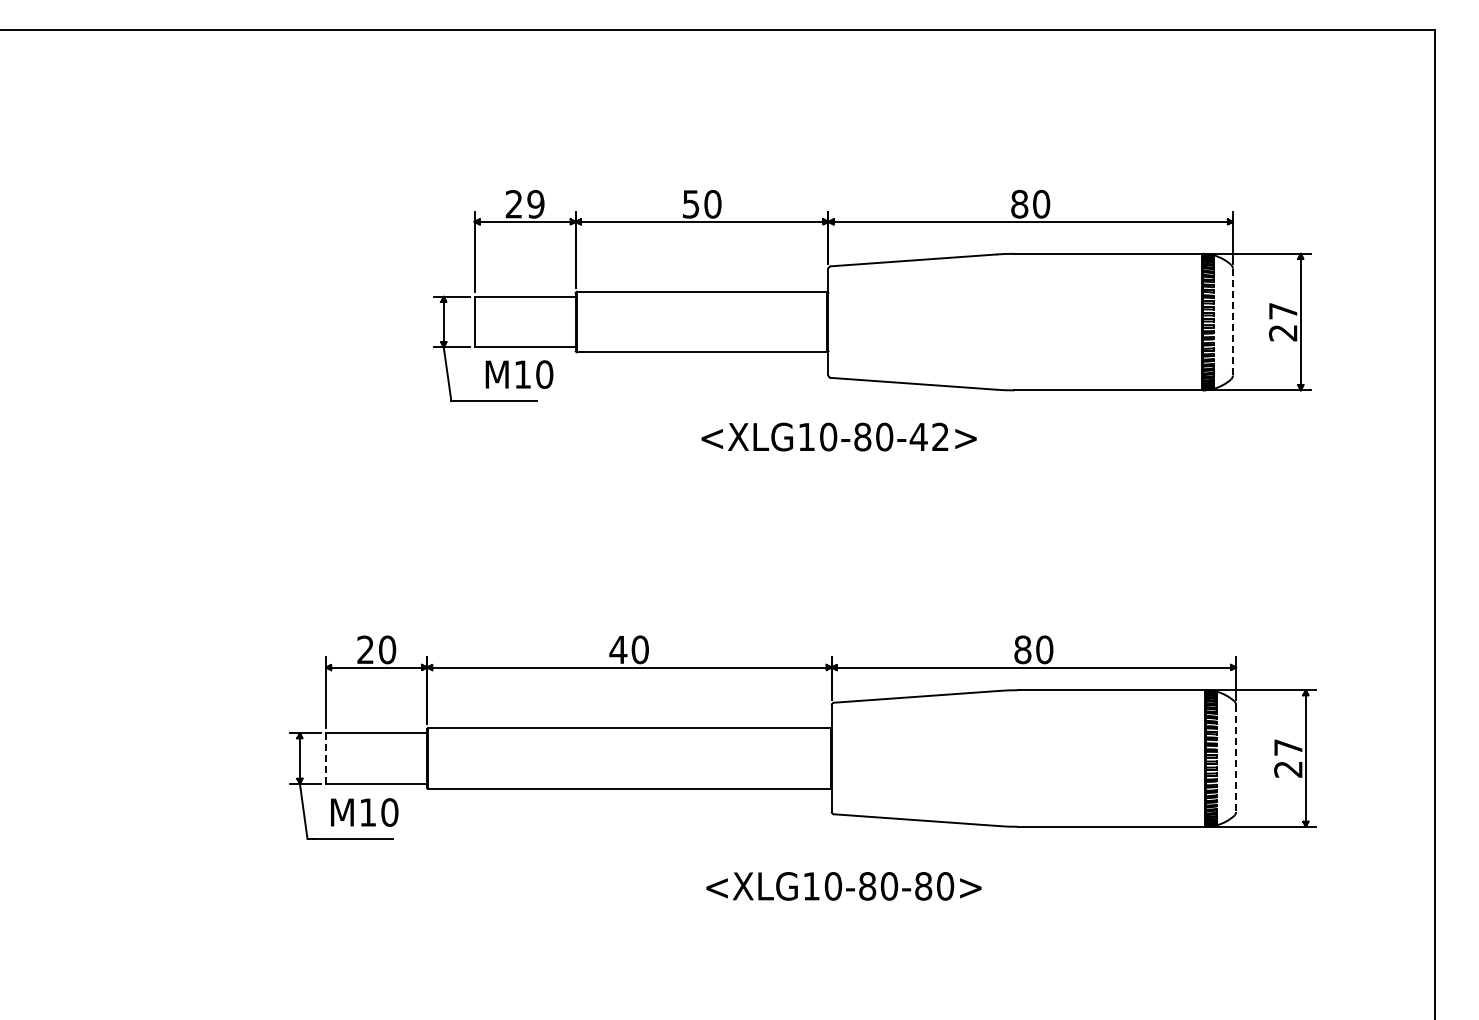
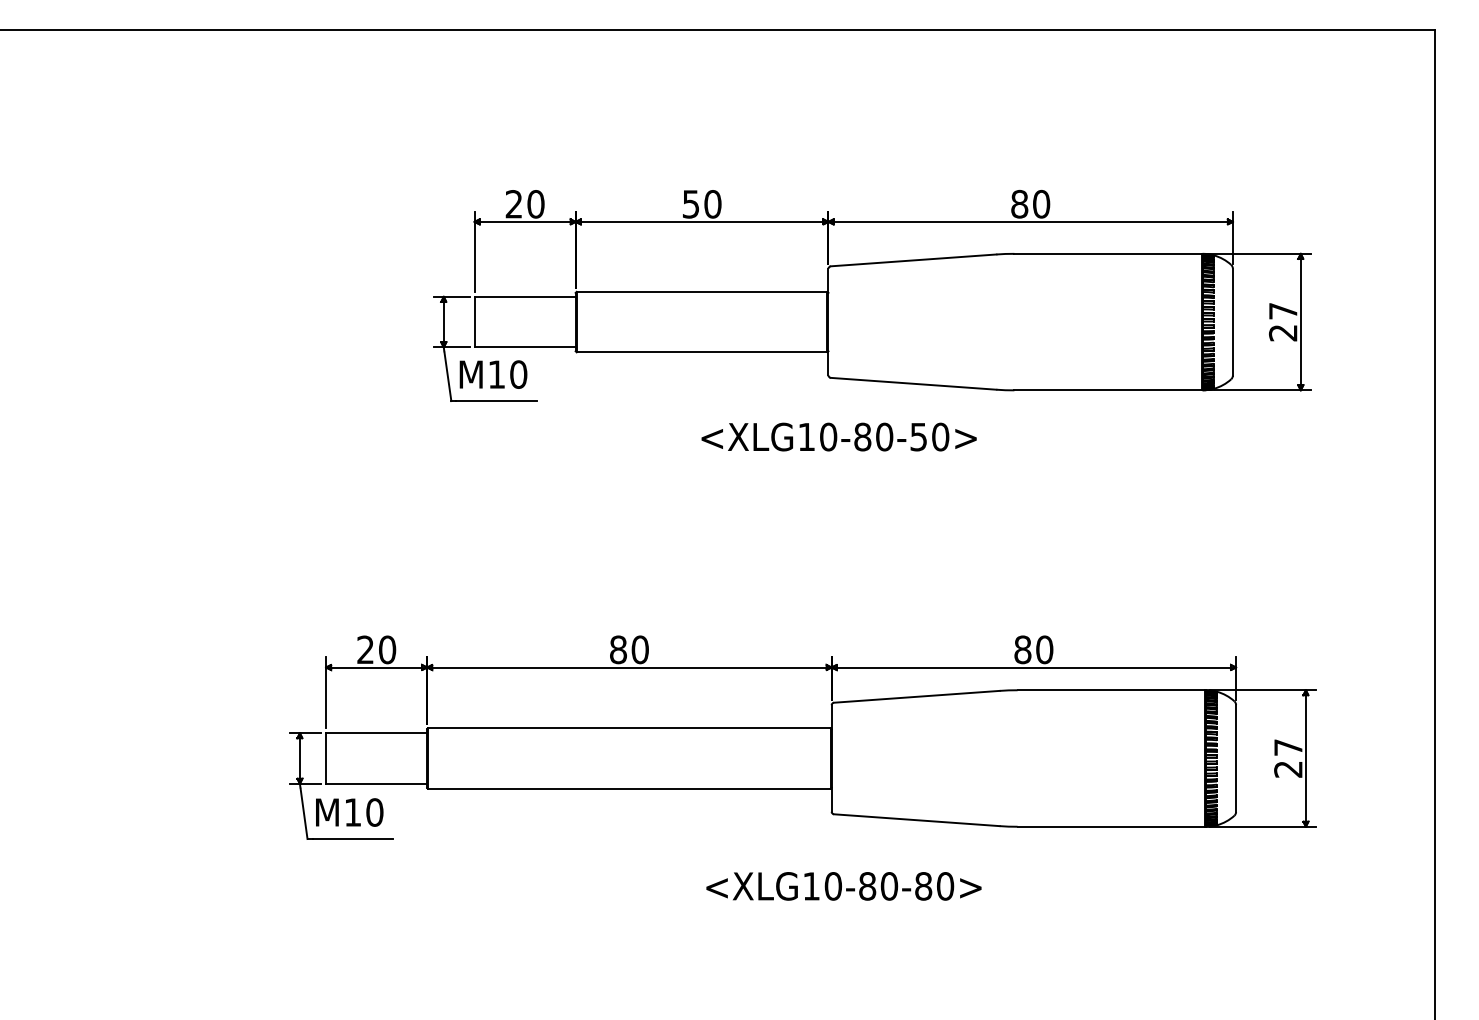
text at (535, 204): 29 -> 20
line at (1232, 322): dashed -> solid
text at (519, 374) position: (519, 374) -> (493, 374)
text at (929, 436): <XLG10-80-42> -> <XLG10-80-50>
text at (618, 649): 40 -> 80
line at (326, 758): dashed -> solid
line at (1236, 759): dashed -> solid
text at (364, 812) position: (364, 812) -> (349, 812)
